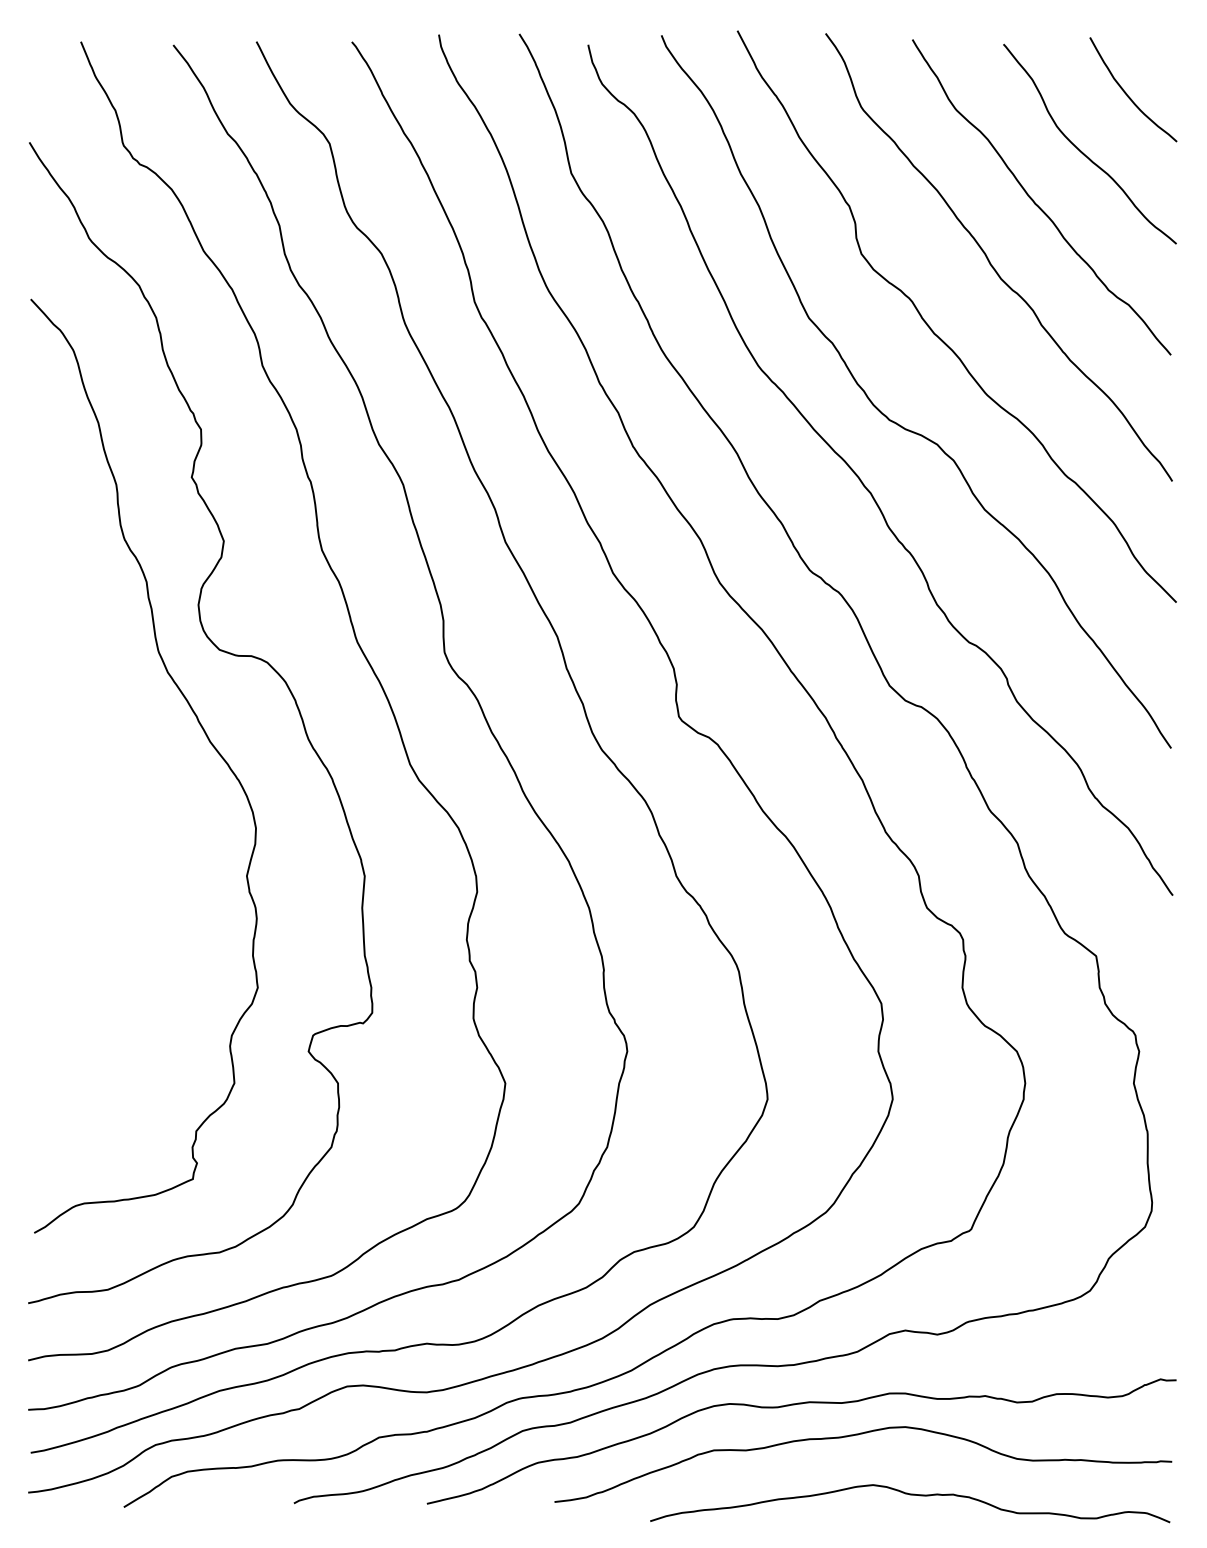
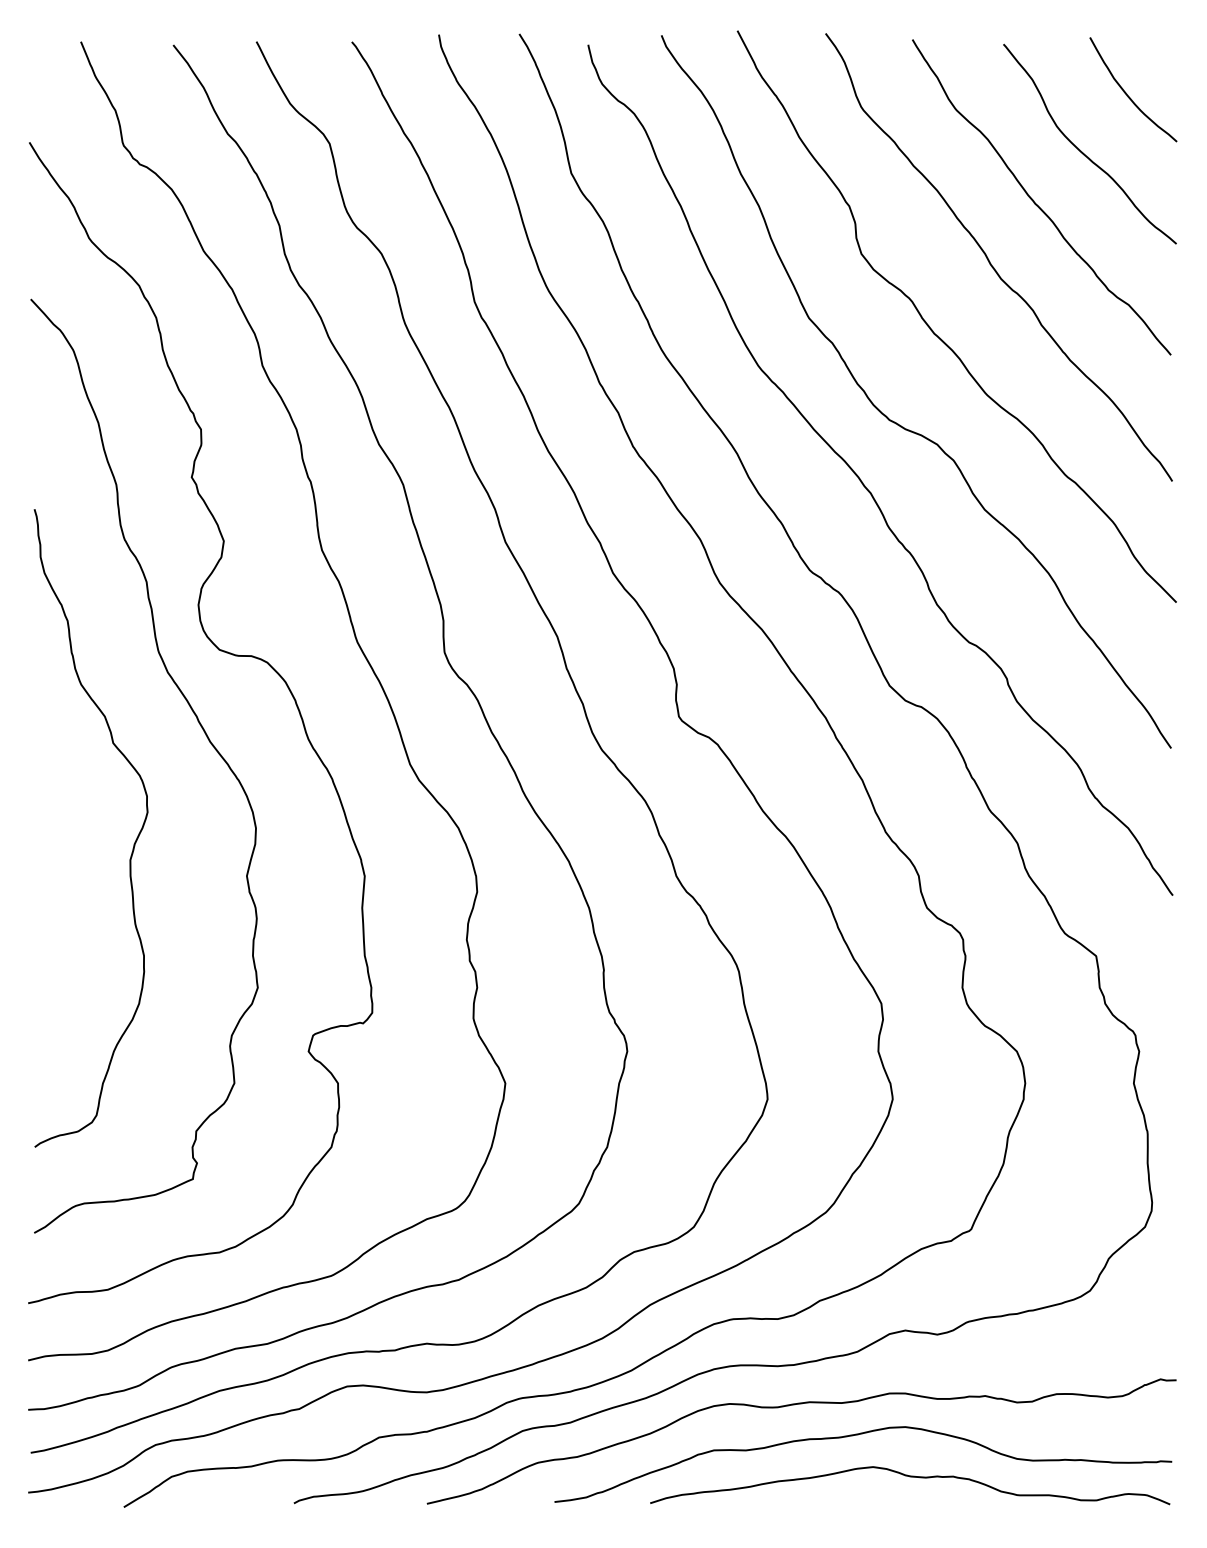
curve at (133, 844): none -> present
curve at (910, 1495) position: (910, 1495) -> (910, 1477)
